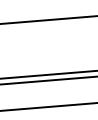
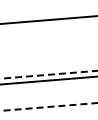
line at (48, 74): solid -> dashed
line at (49, 106): solid -> dashed
